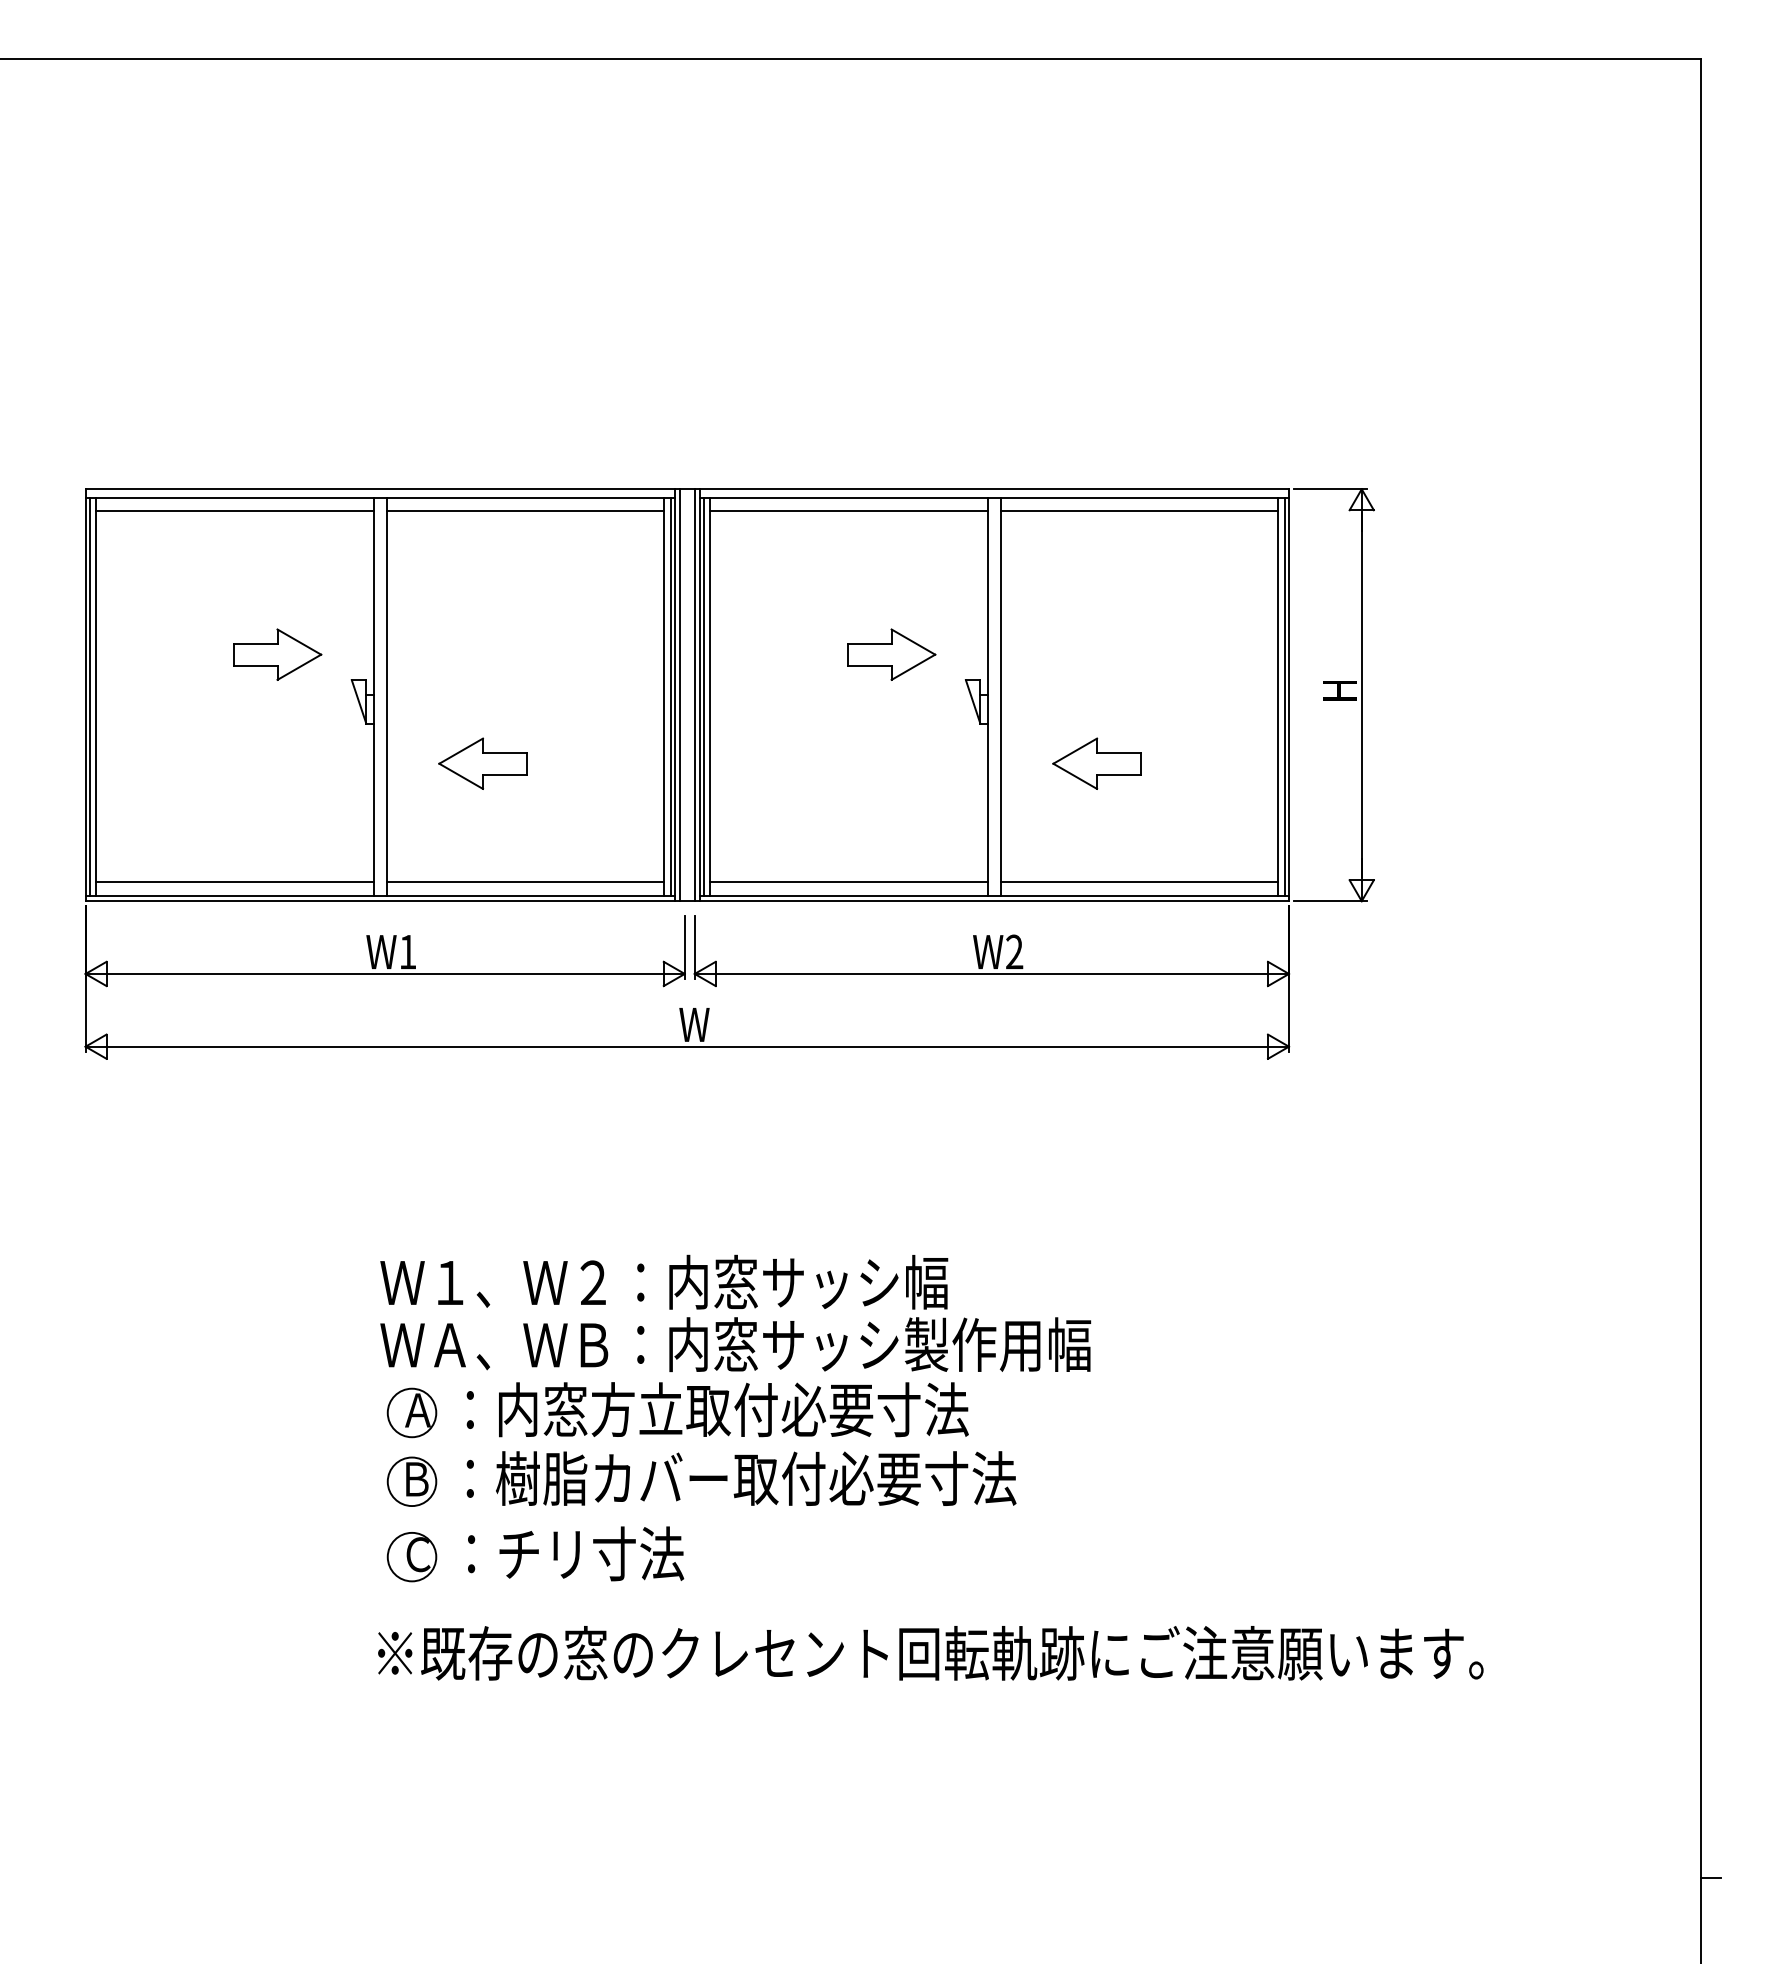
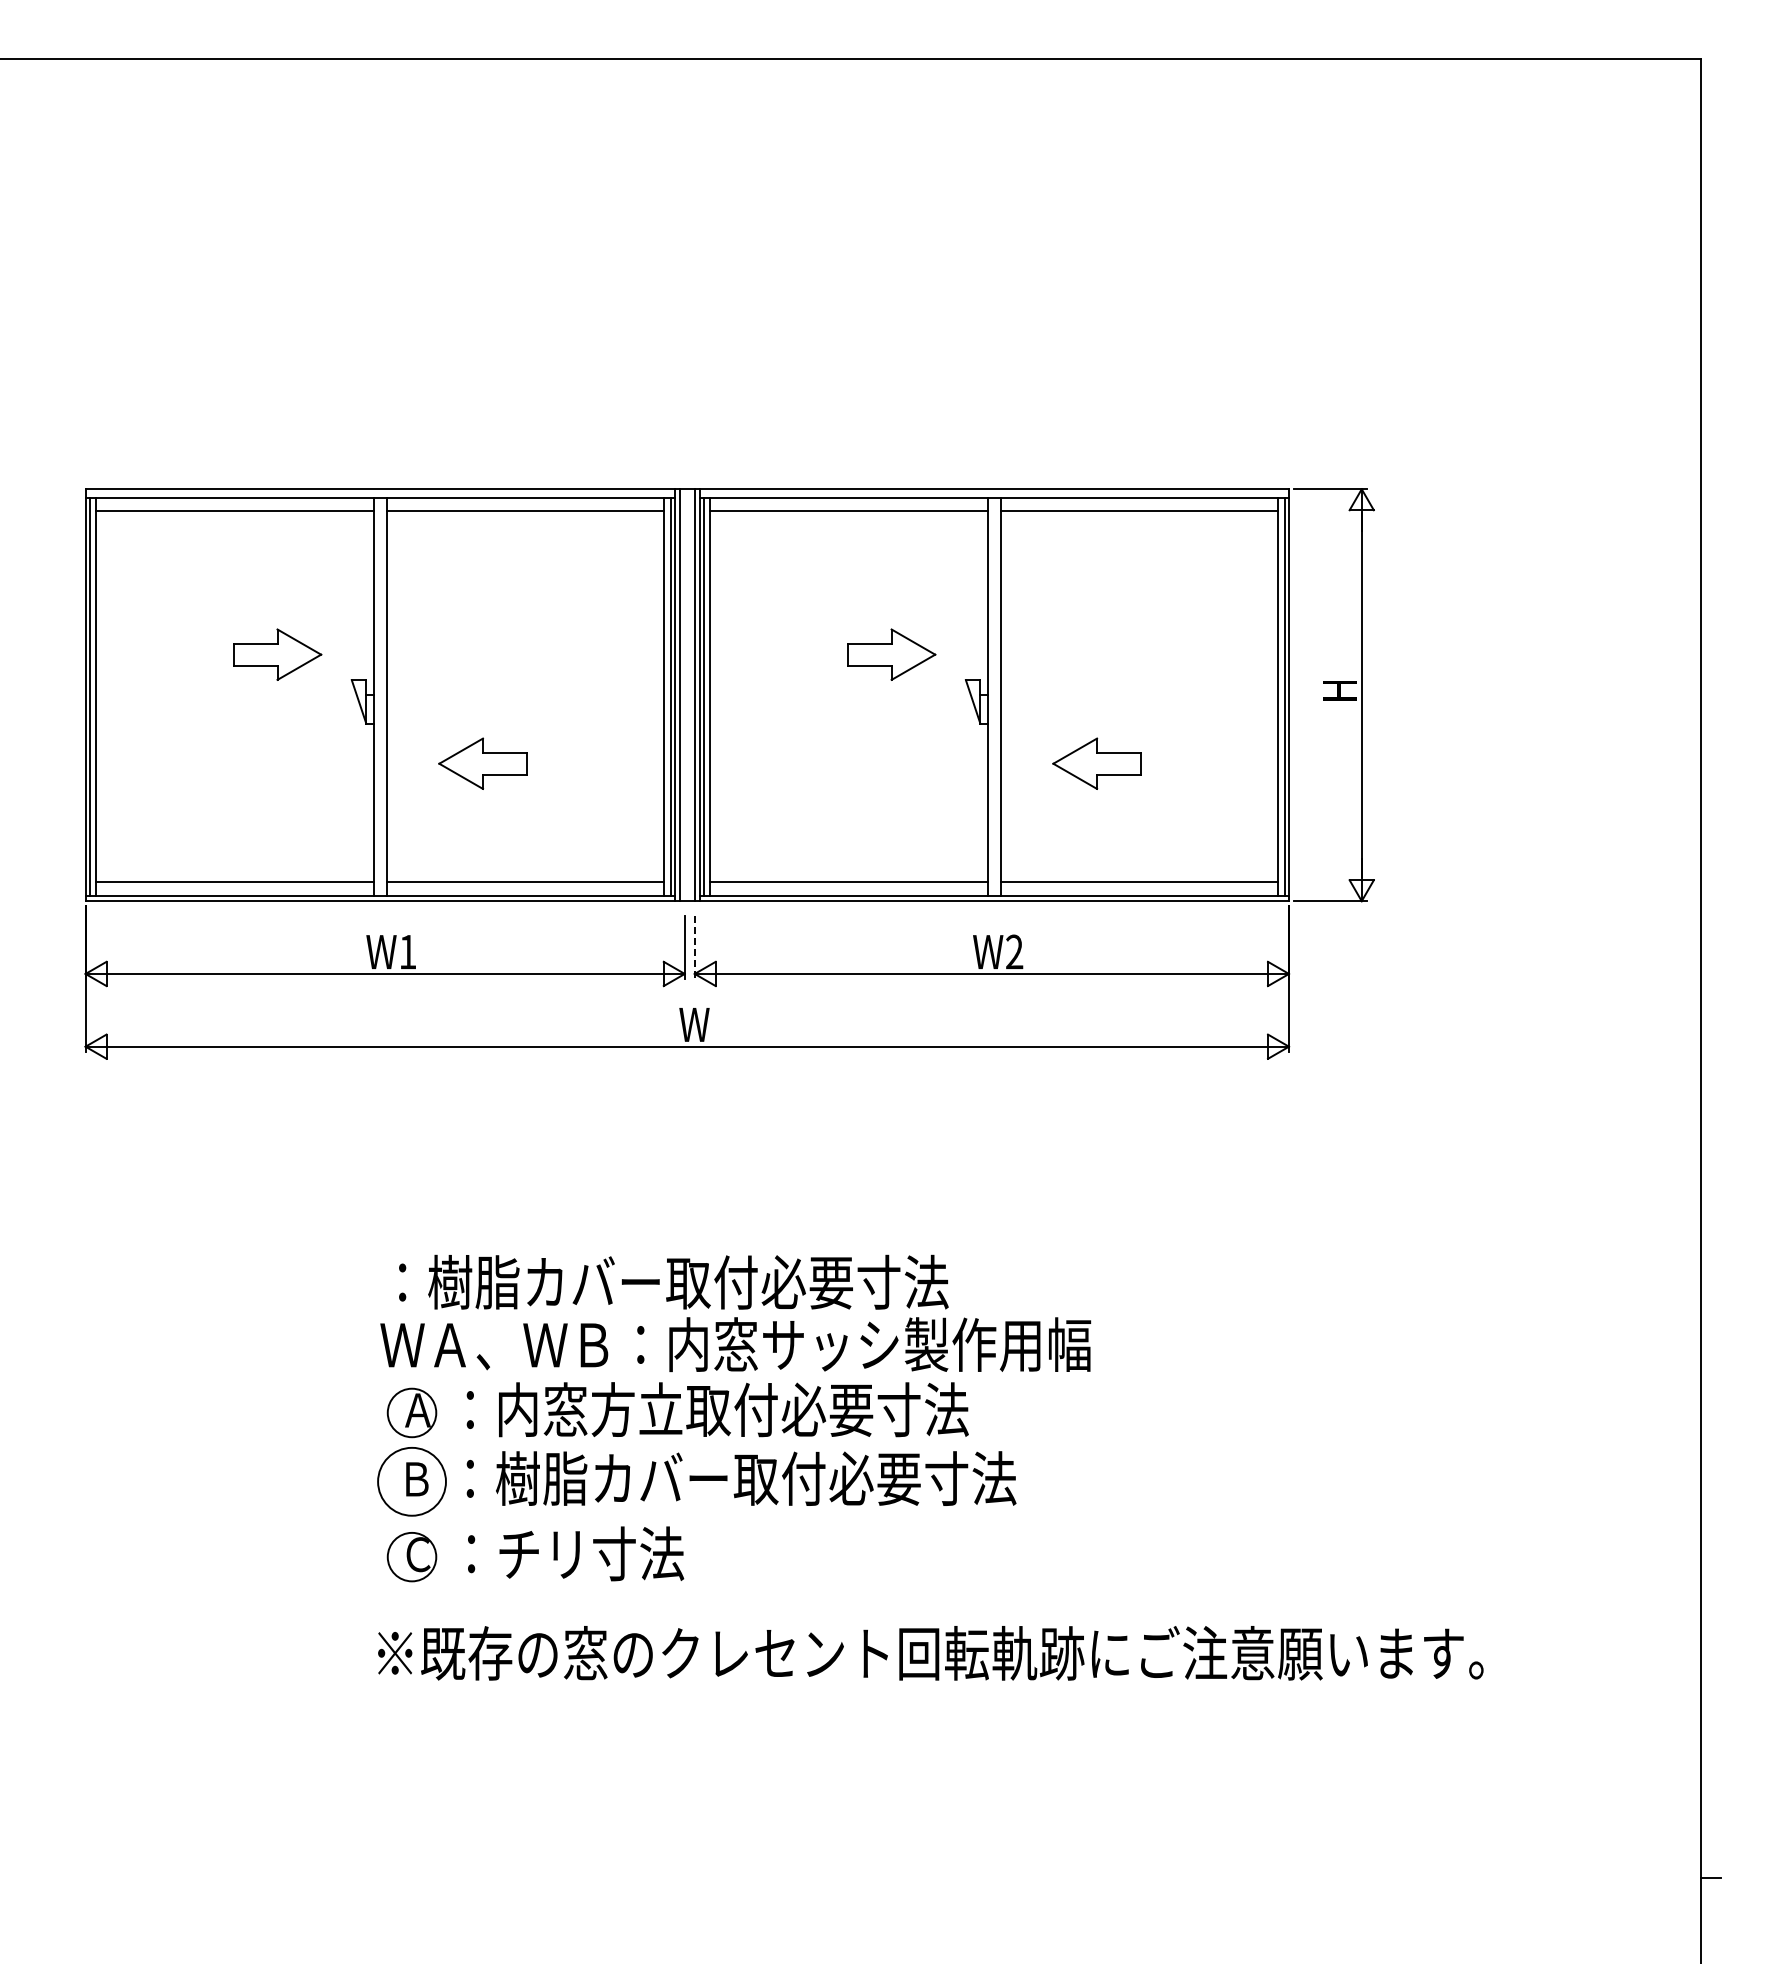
line at (694, 947): solid -> dashed
text at (664, 1281): Ｗ１、Ｗ２：内窓サッシ幅 -> ：樹脂カバー取付必要寸法
circle at (411, 1481) diameter: 48 px -> 68 px
